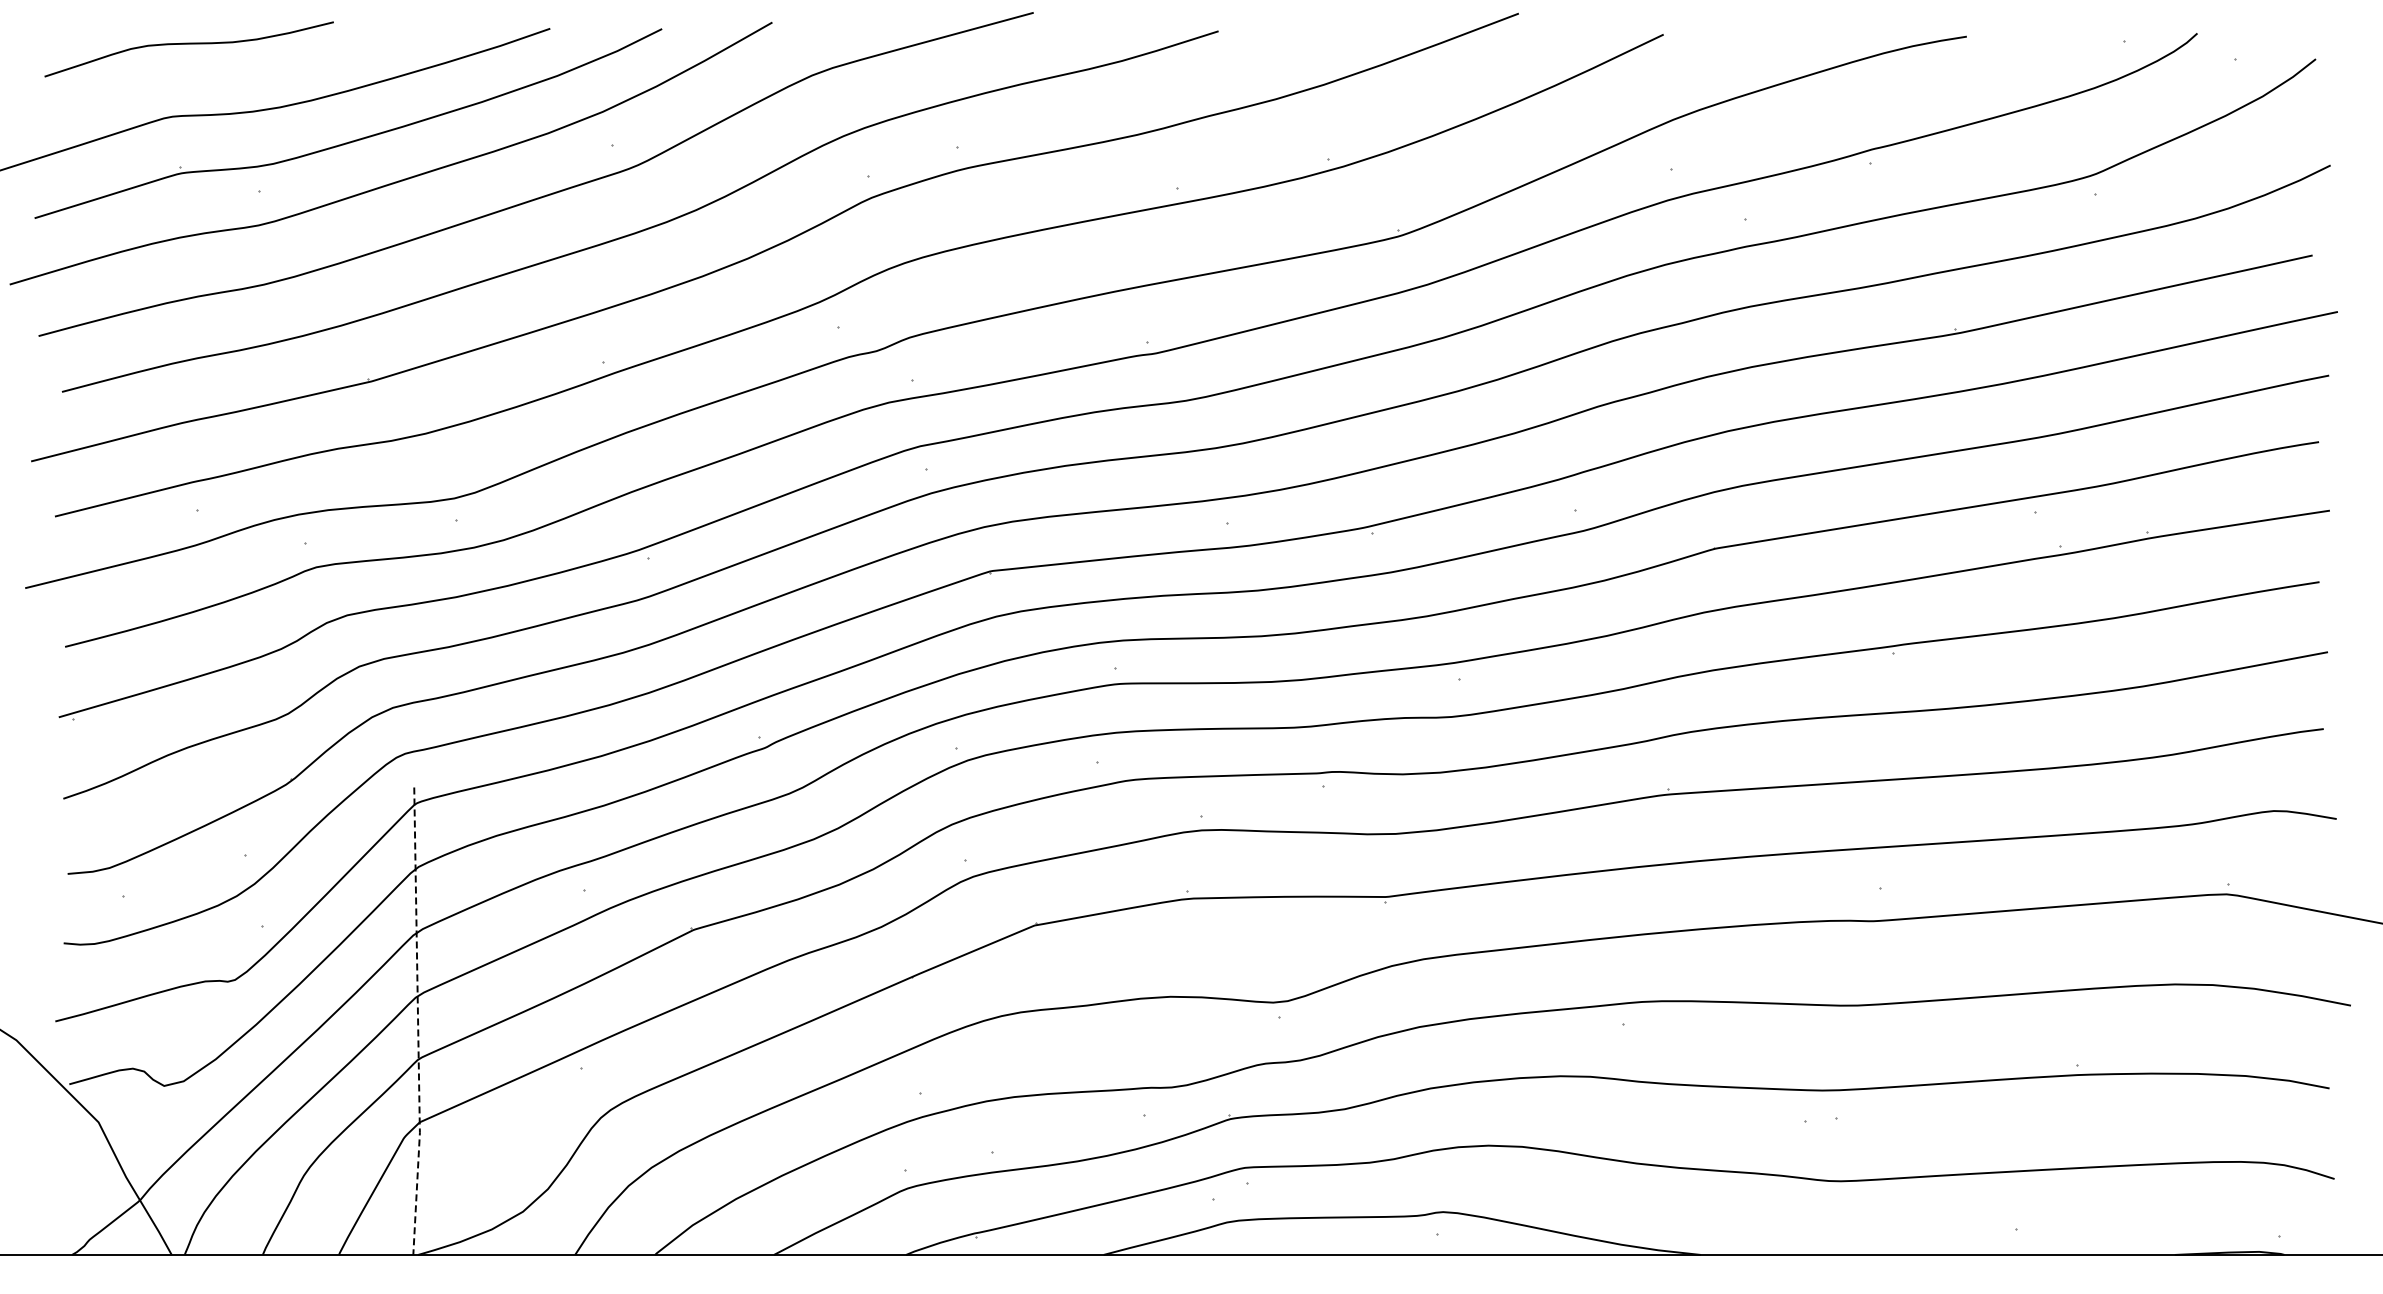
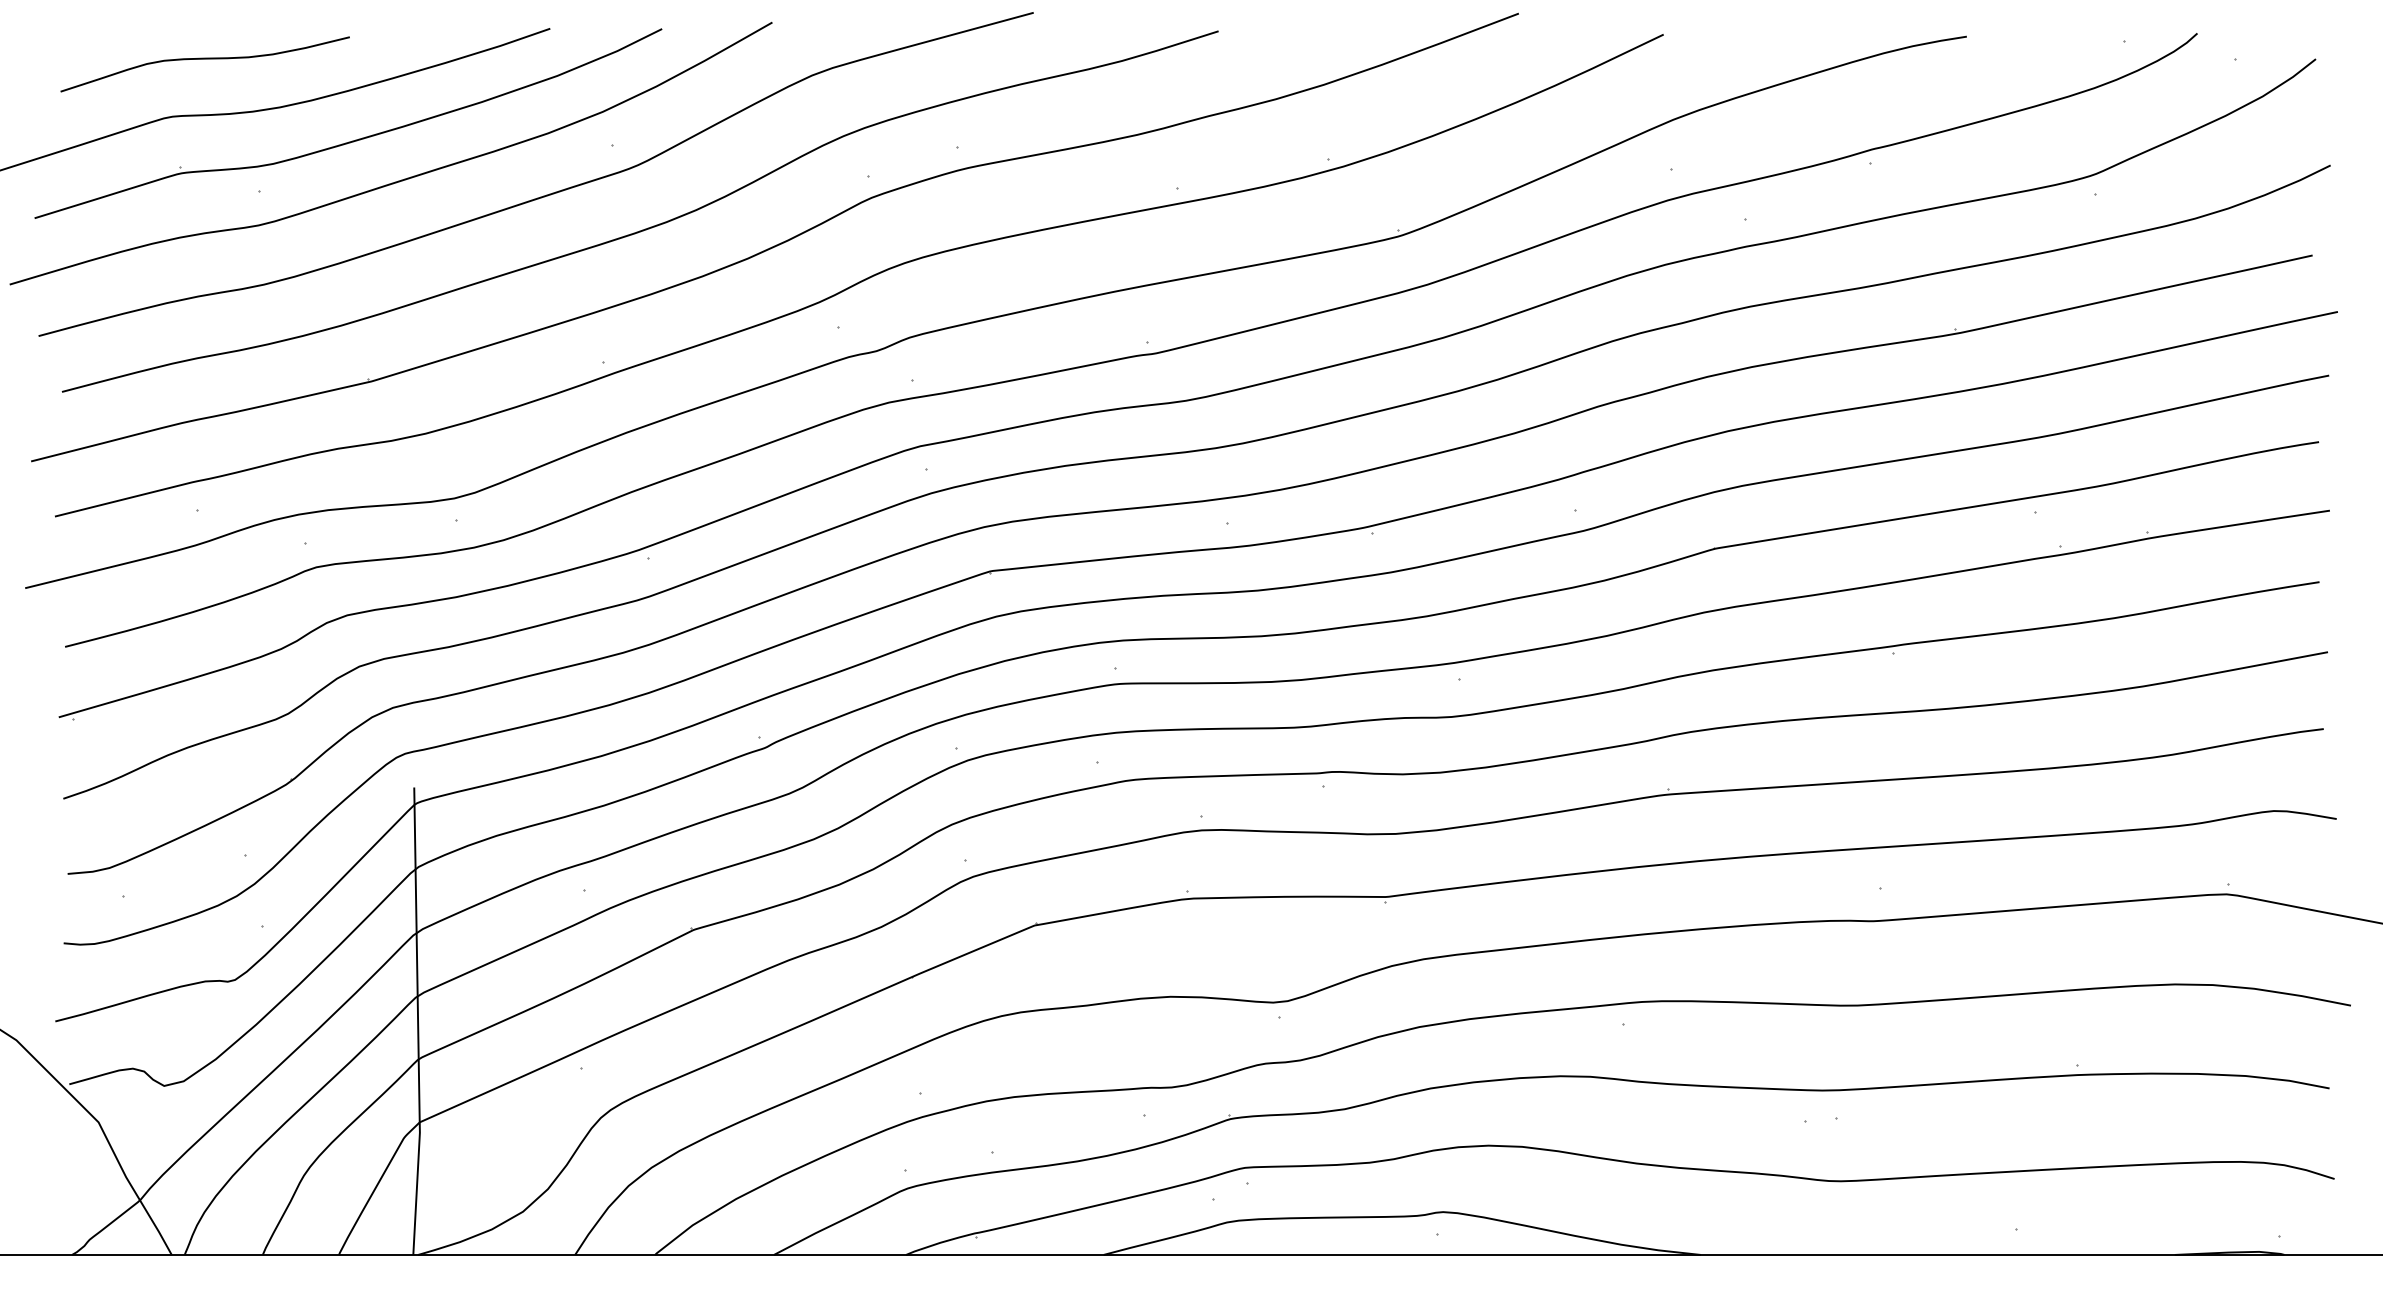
curve at (188, 44) position: (188, 44) -> (204, 59)
line at (418, 1022): dashed -> solid
